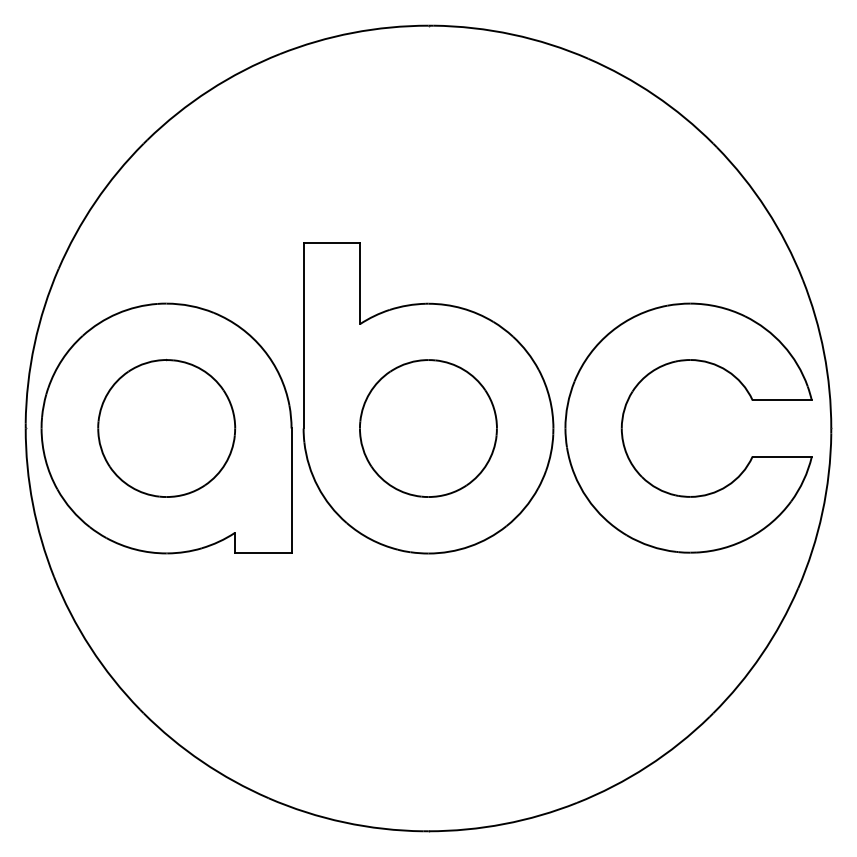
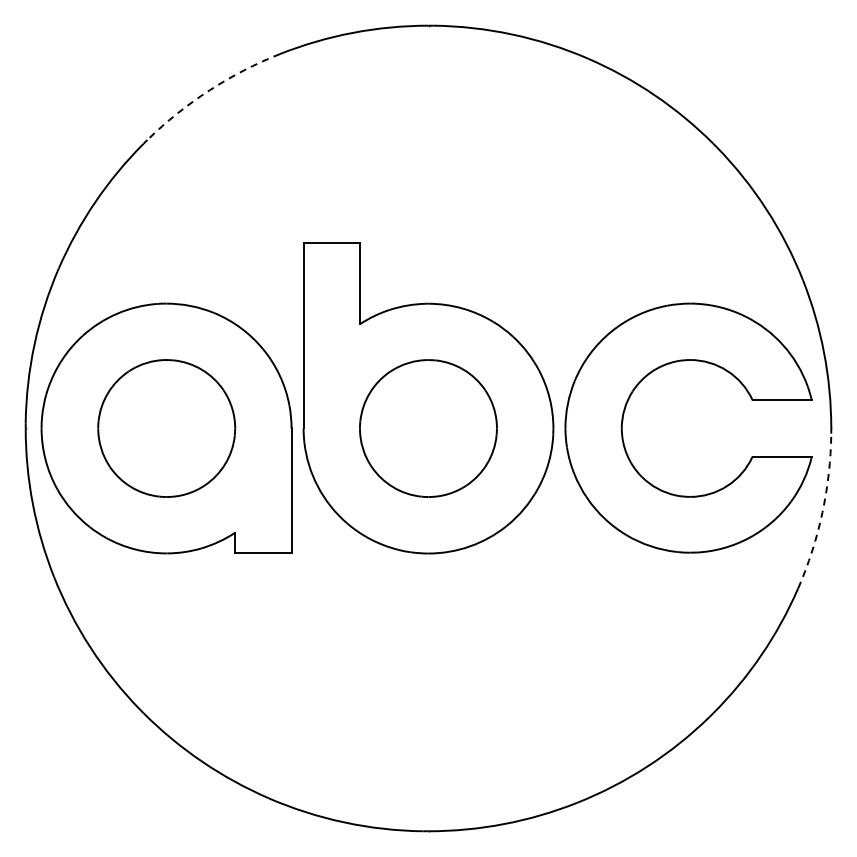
arc at (209, 90): solid -> dashed
arc at (822, 512): solid -> dashed
